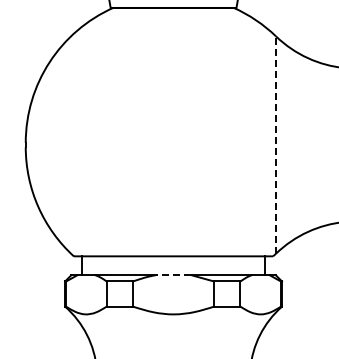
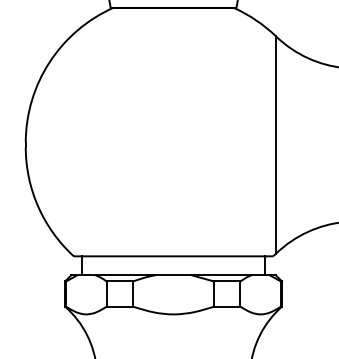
line at (276, 145): dashed -> solid
line at (173, 275): dashed -> solid
